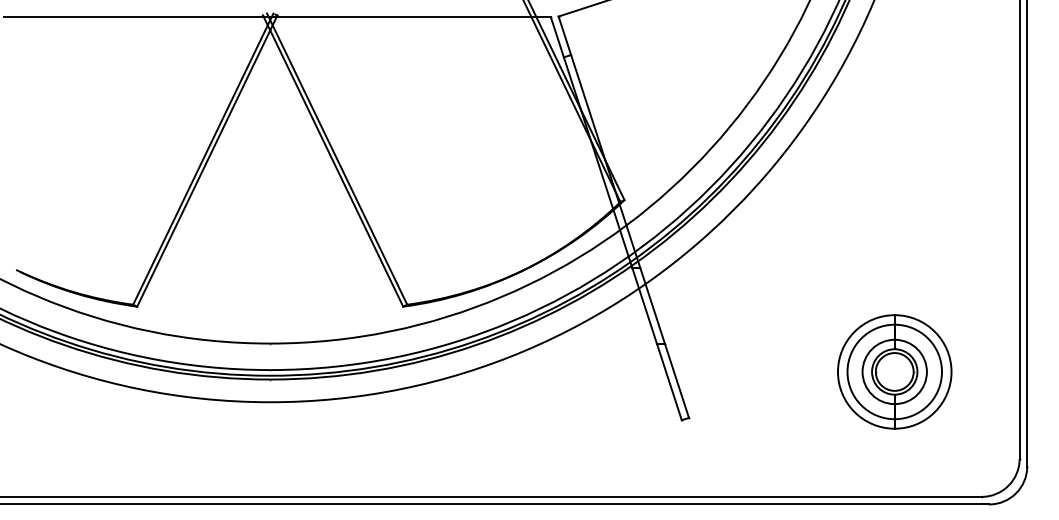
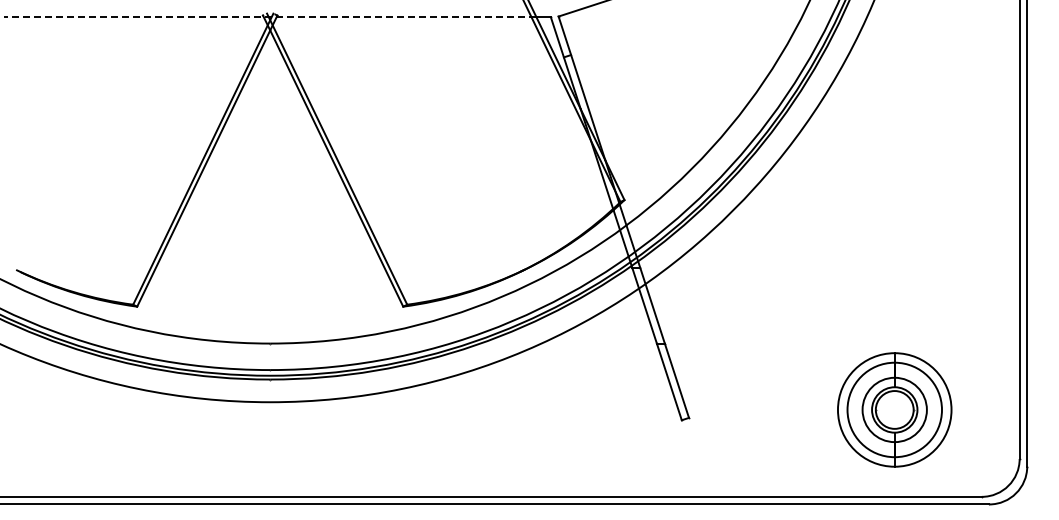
line at (269, 17): solid -> dashed
part at (894, 371) position: (894, 371) -> (894, 409)
